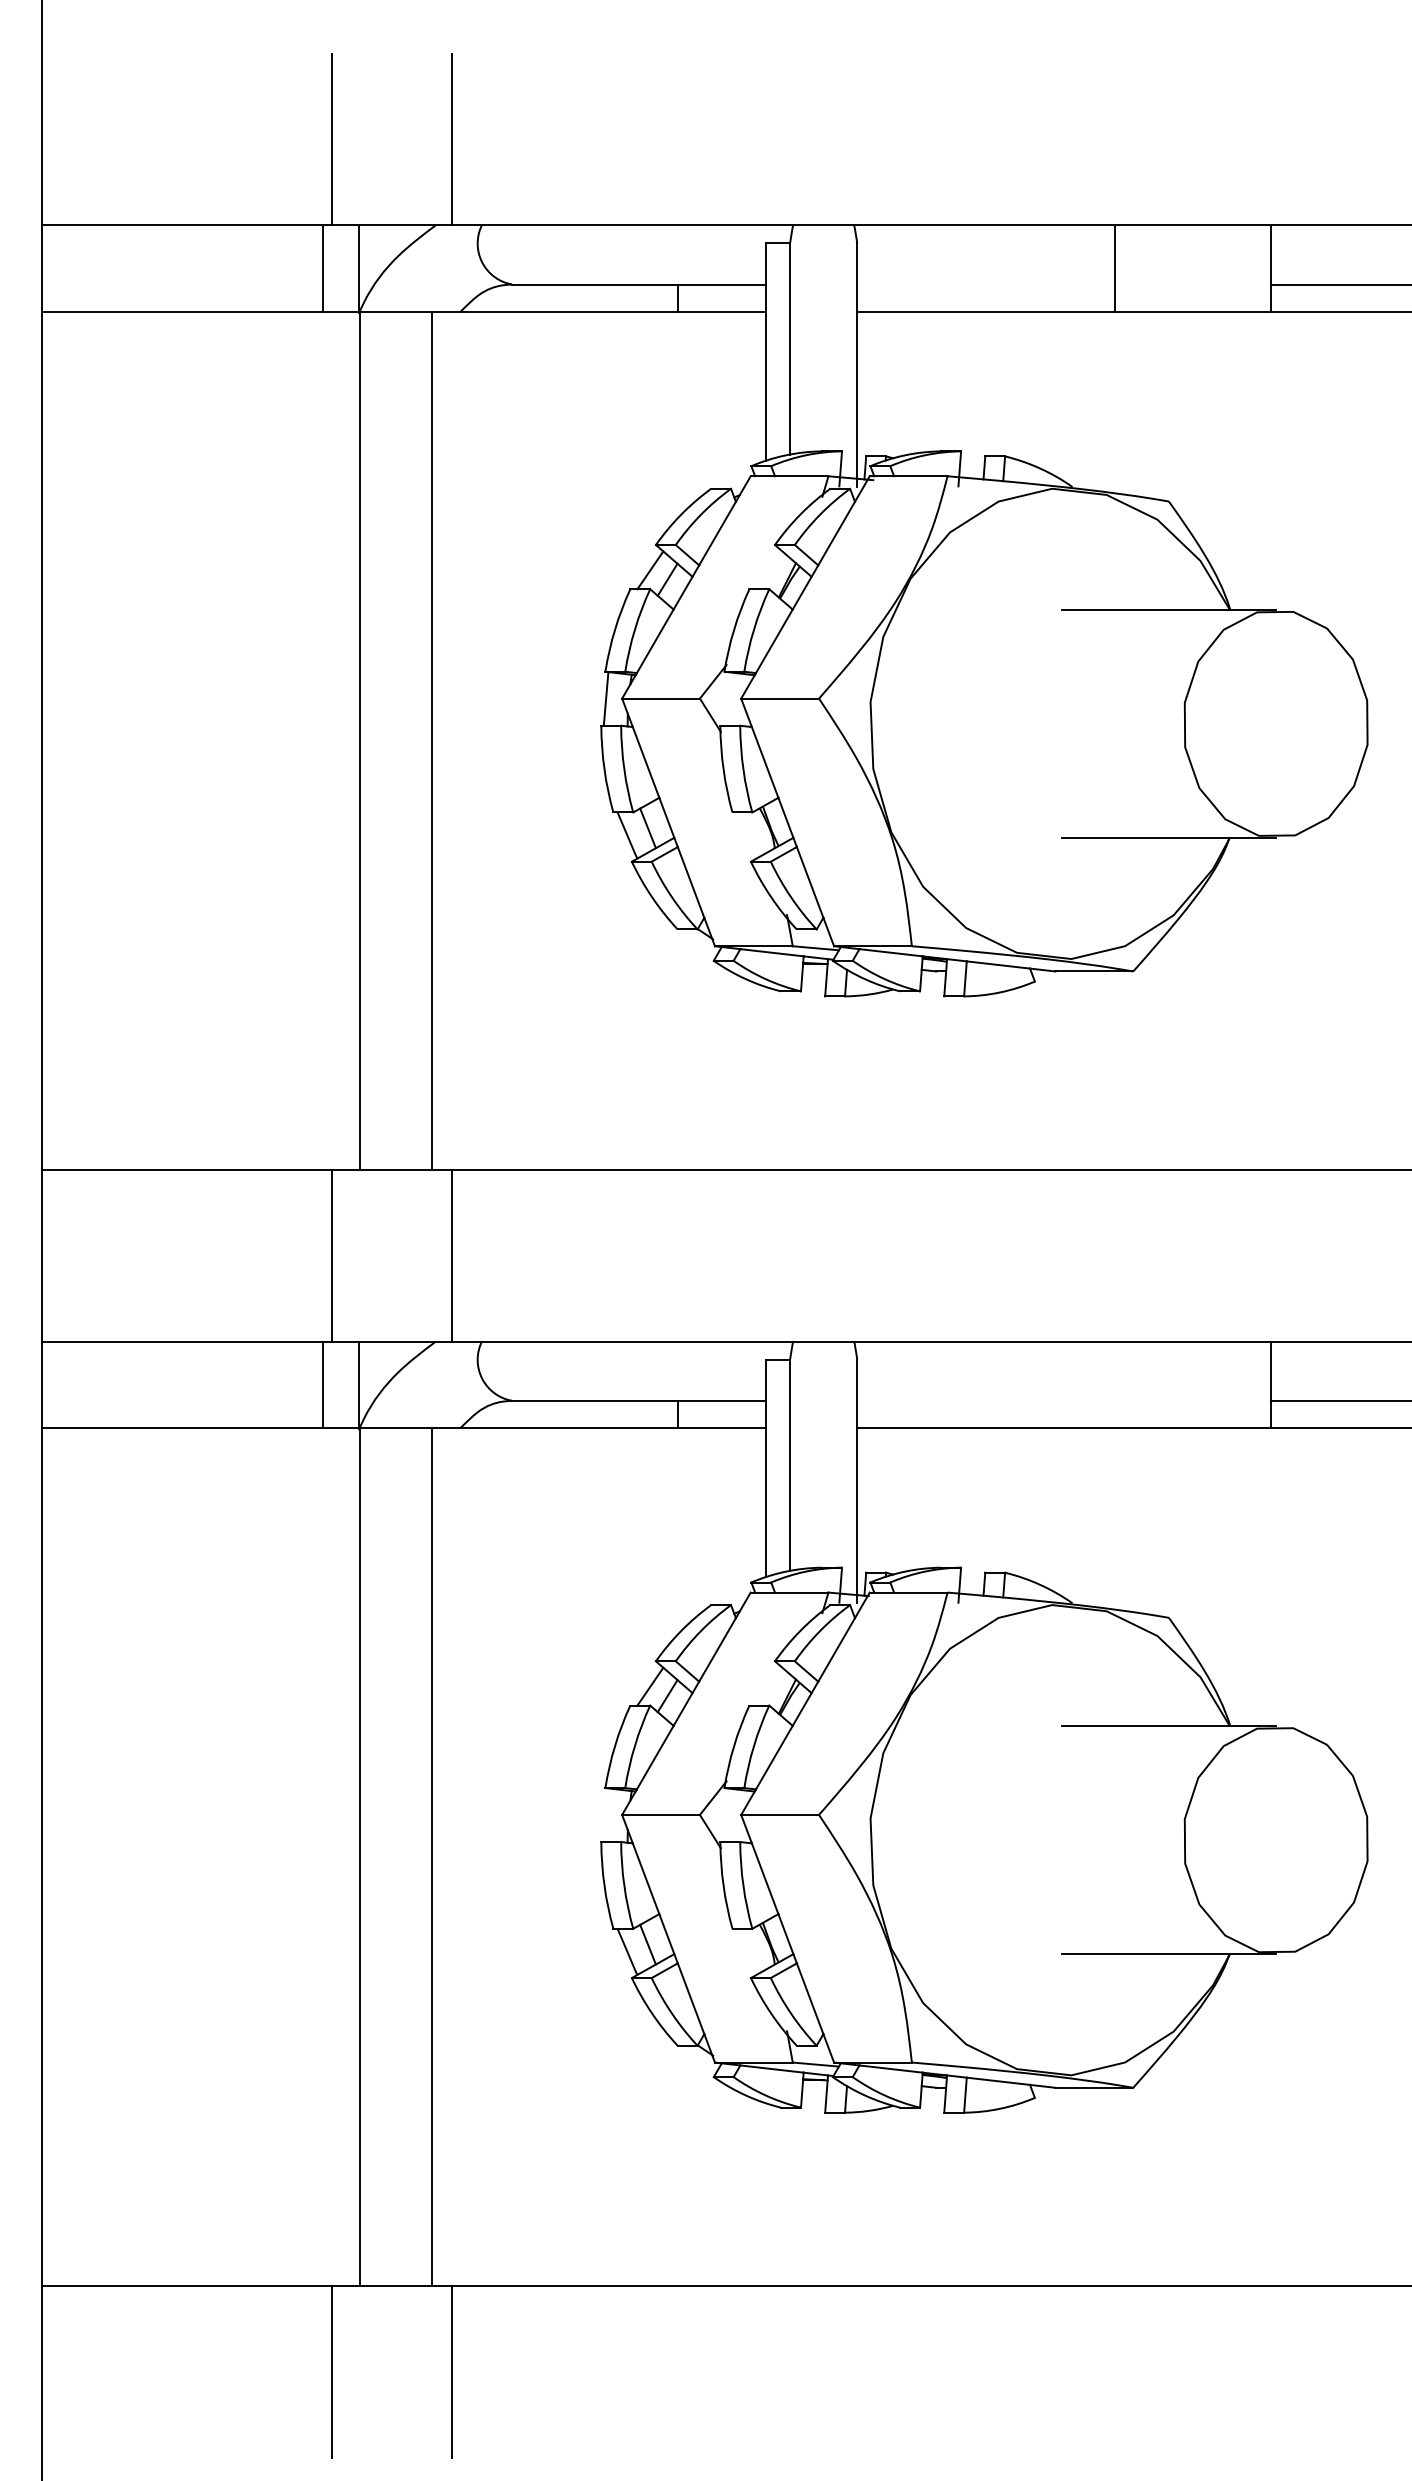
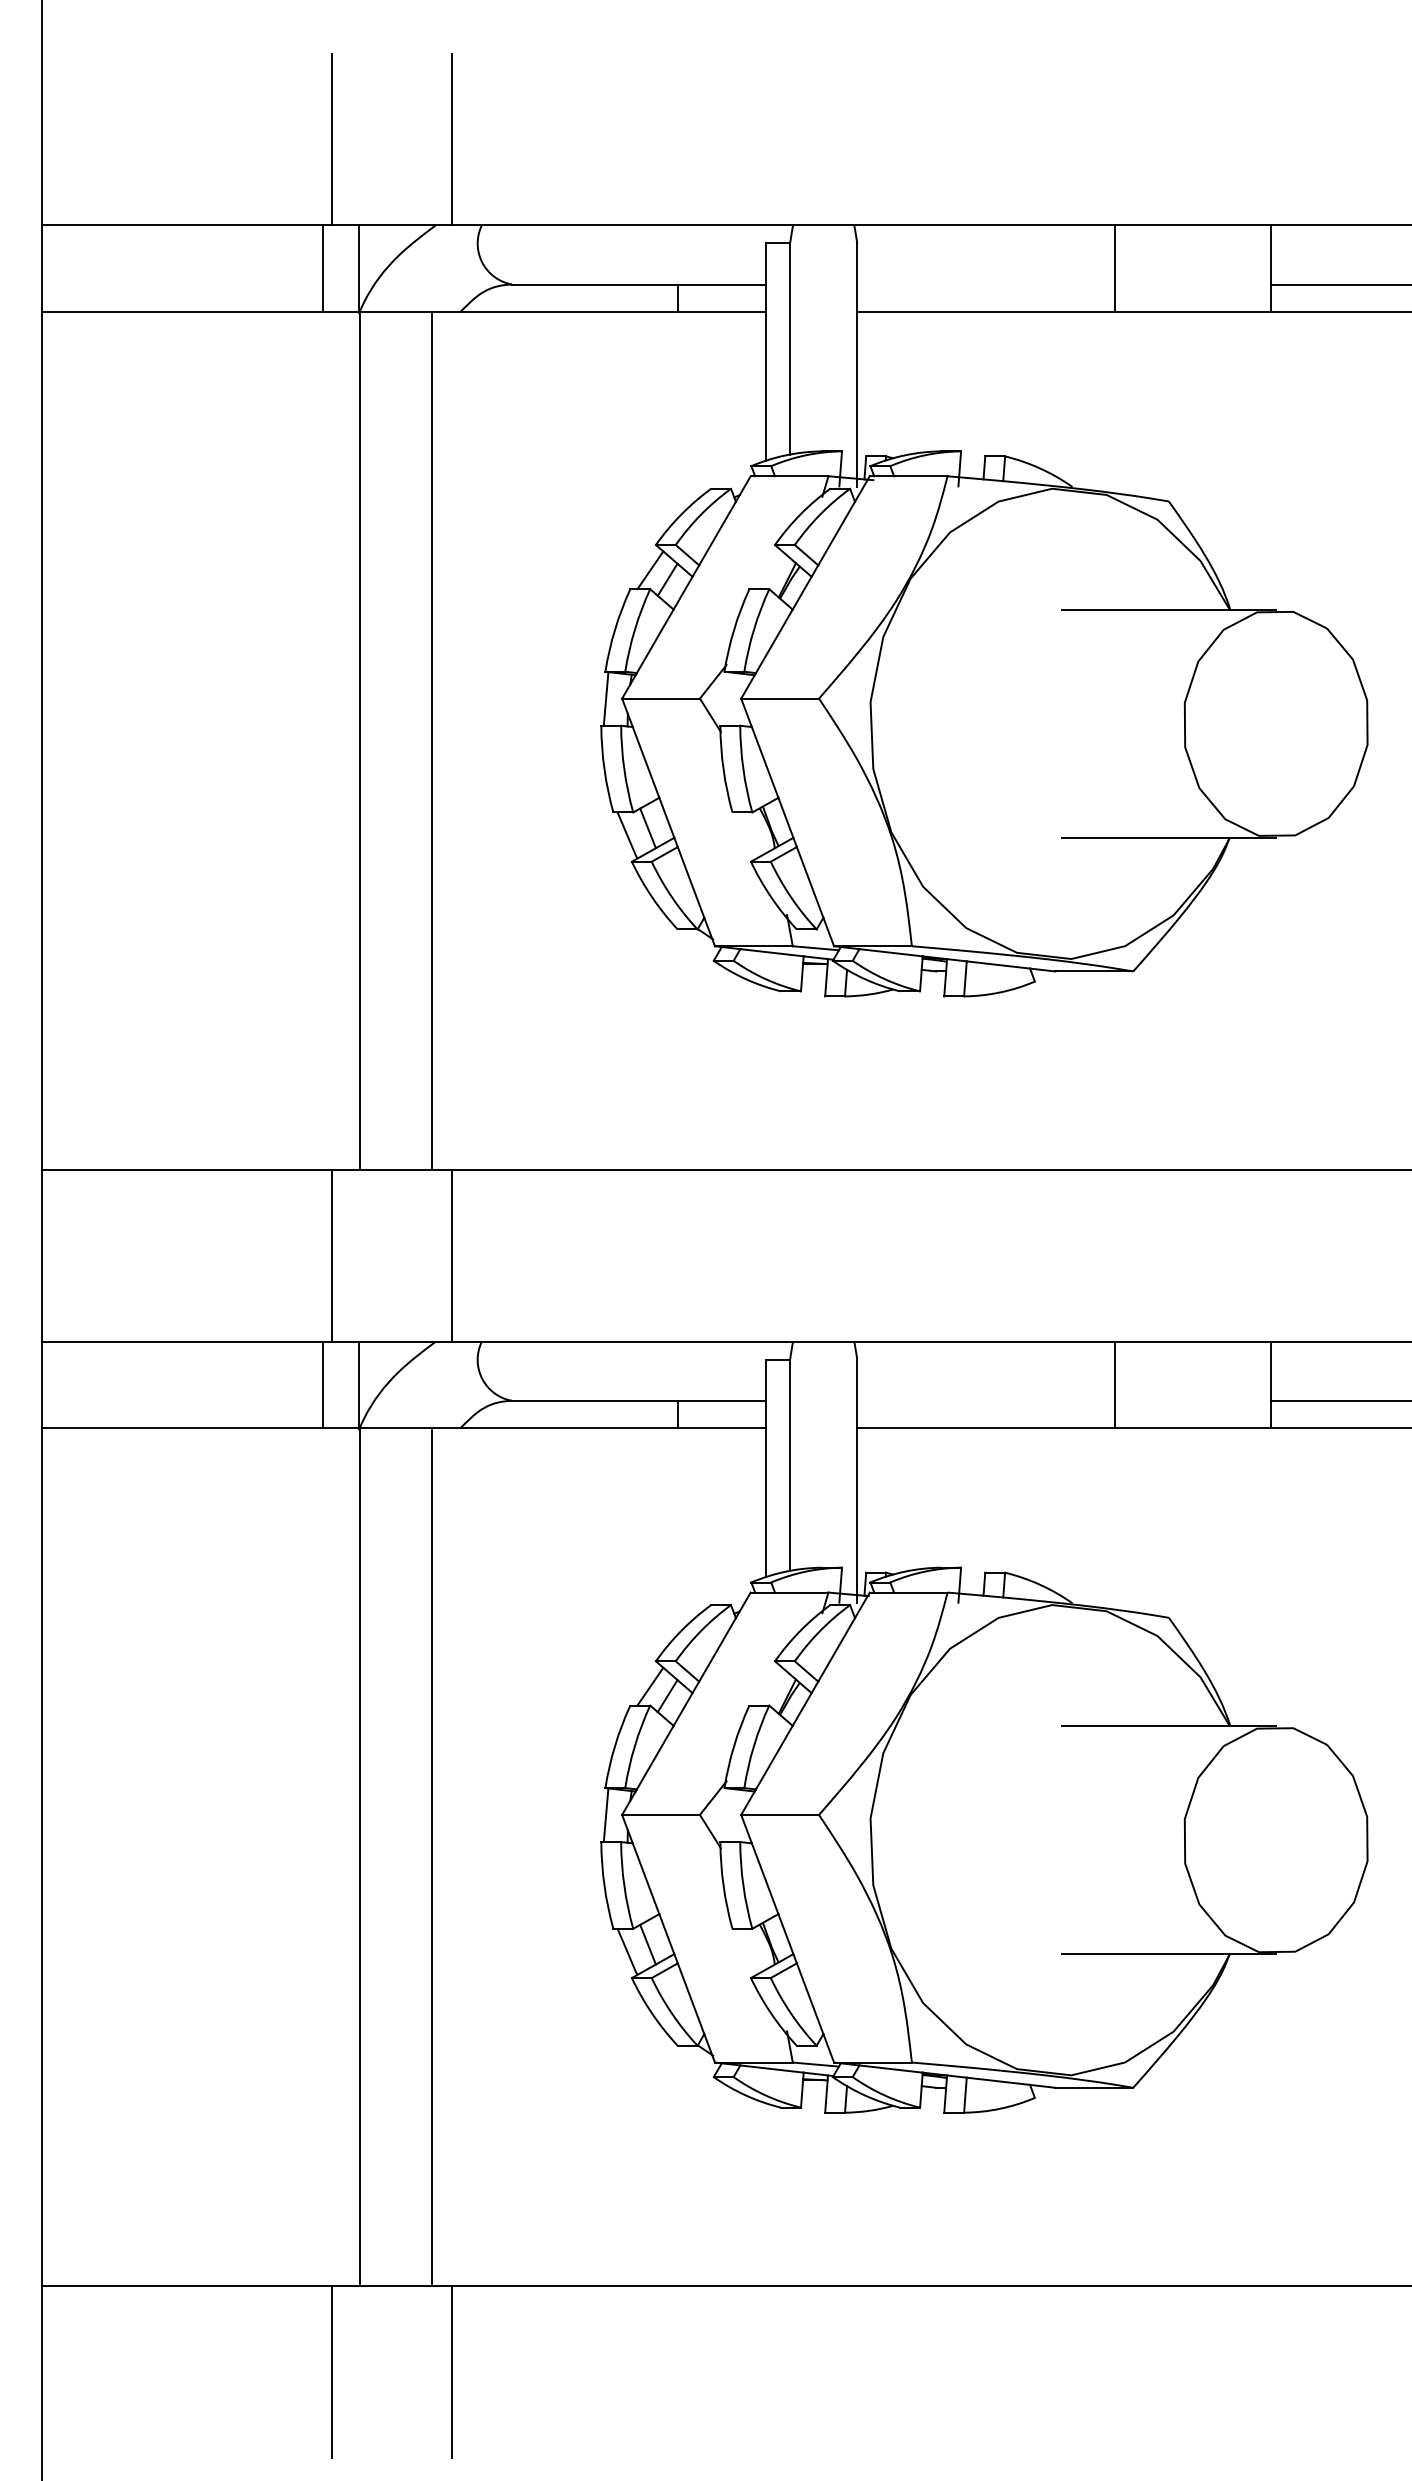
line at (1115, 1384): none -> present
line at (605, 1815): none -> present
